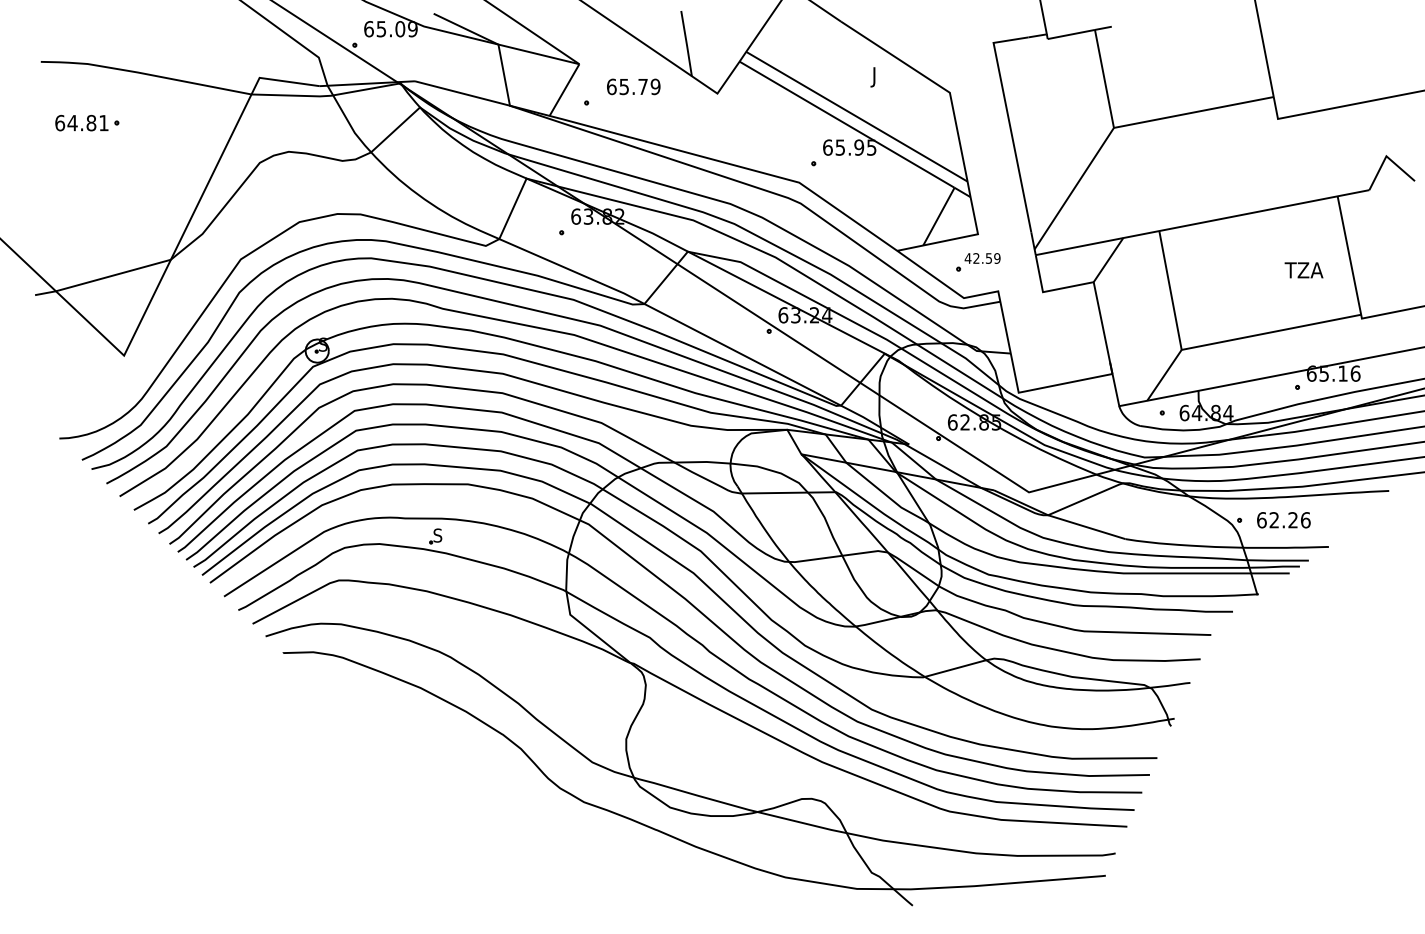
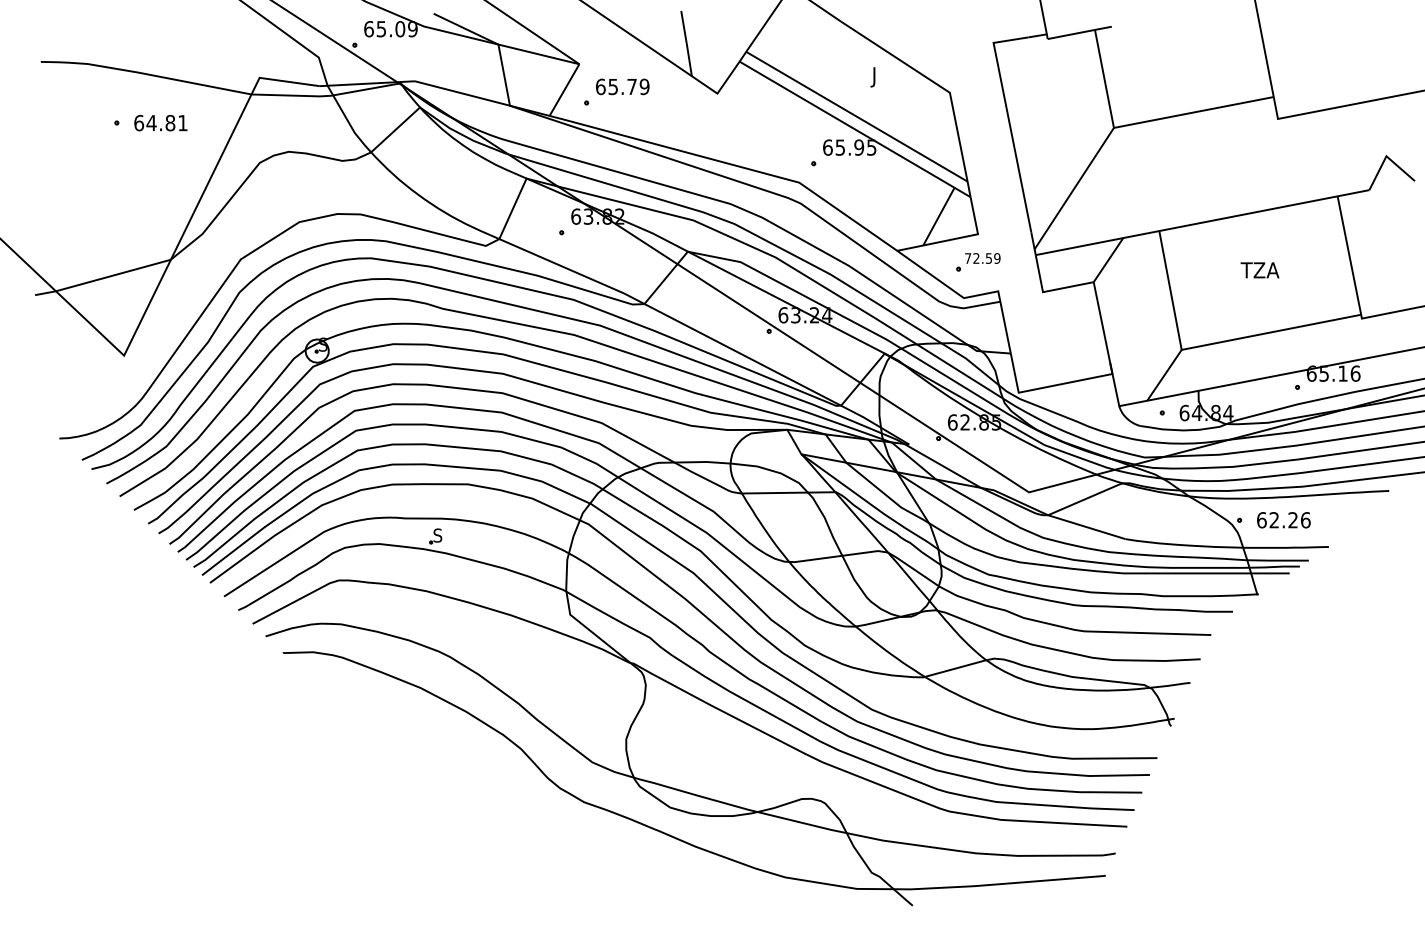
text at (633, 86) position: (633, 86) -> (622, 86)
text at (81, 122) position: (81, 122) -> (160, 122)
text at (967, 258): 42.59 -> 72.59
text at (1303, 270) position: (1303, 270) -> (1259, 270)
